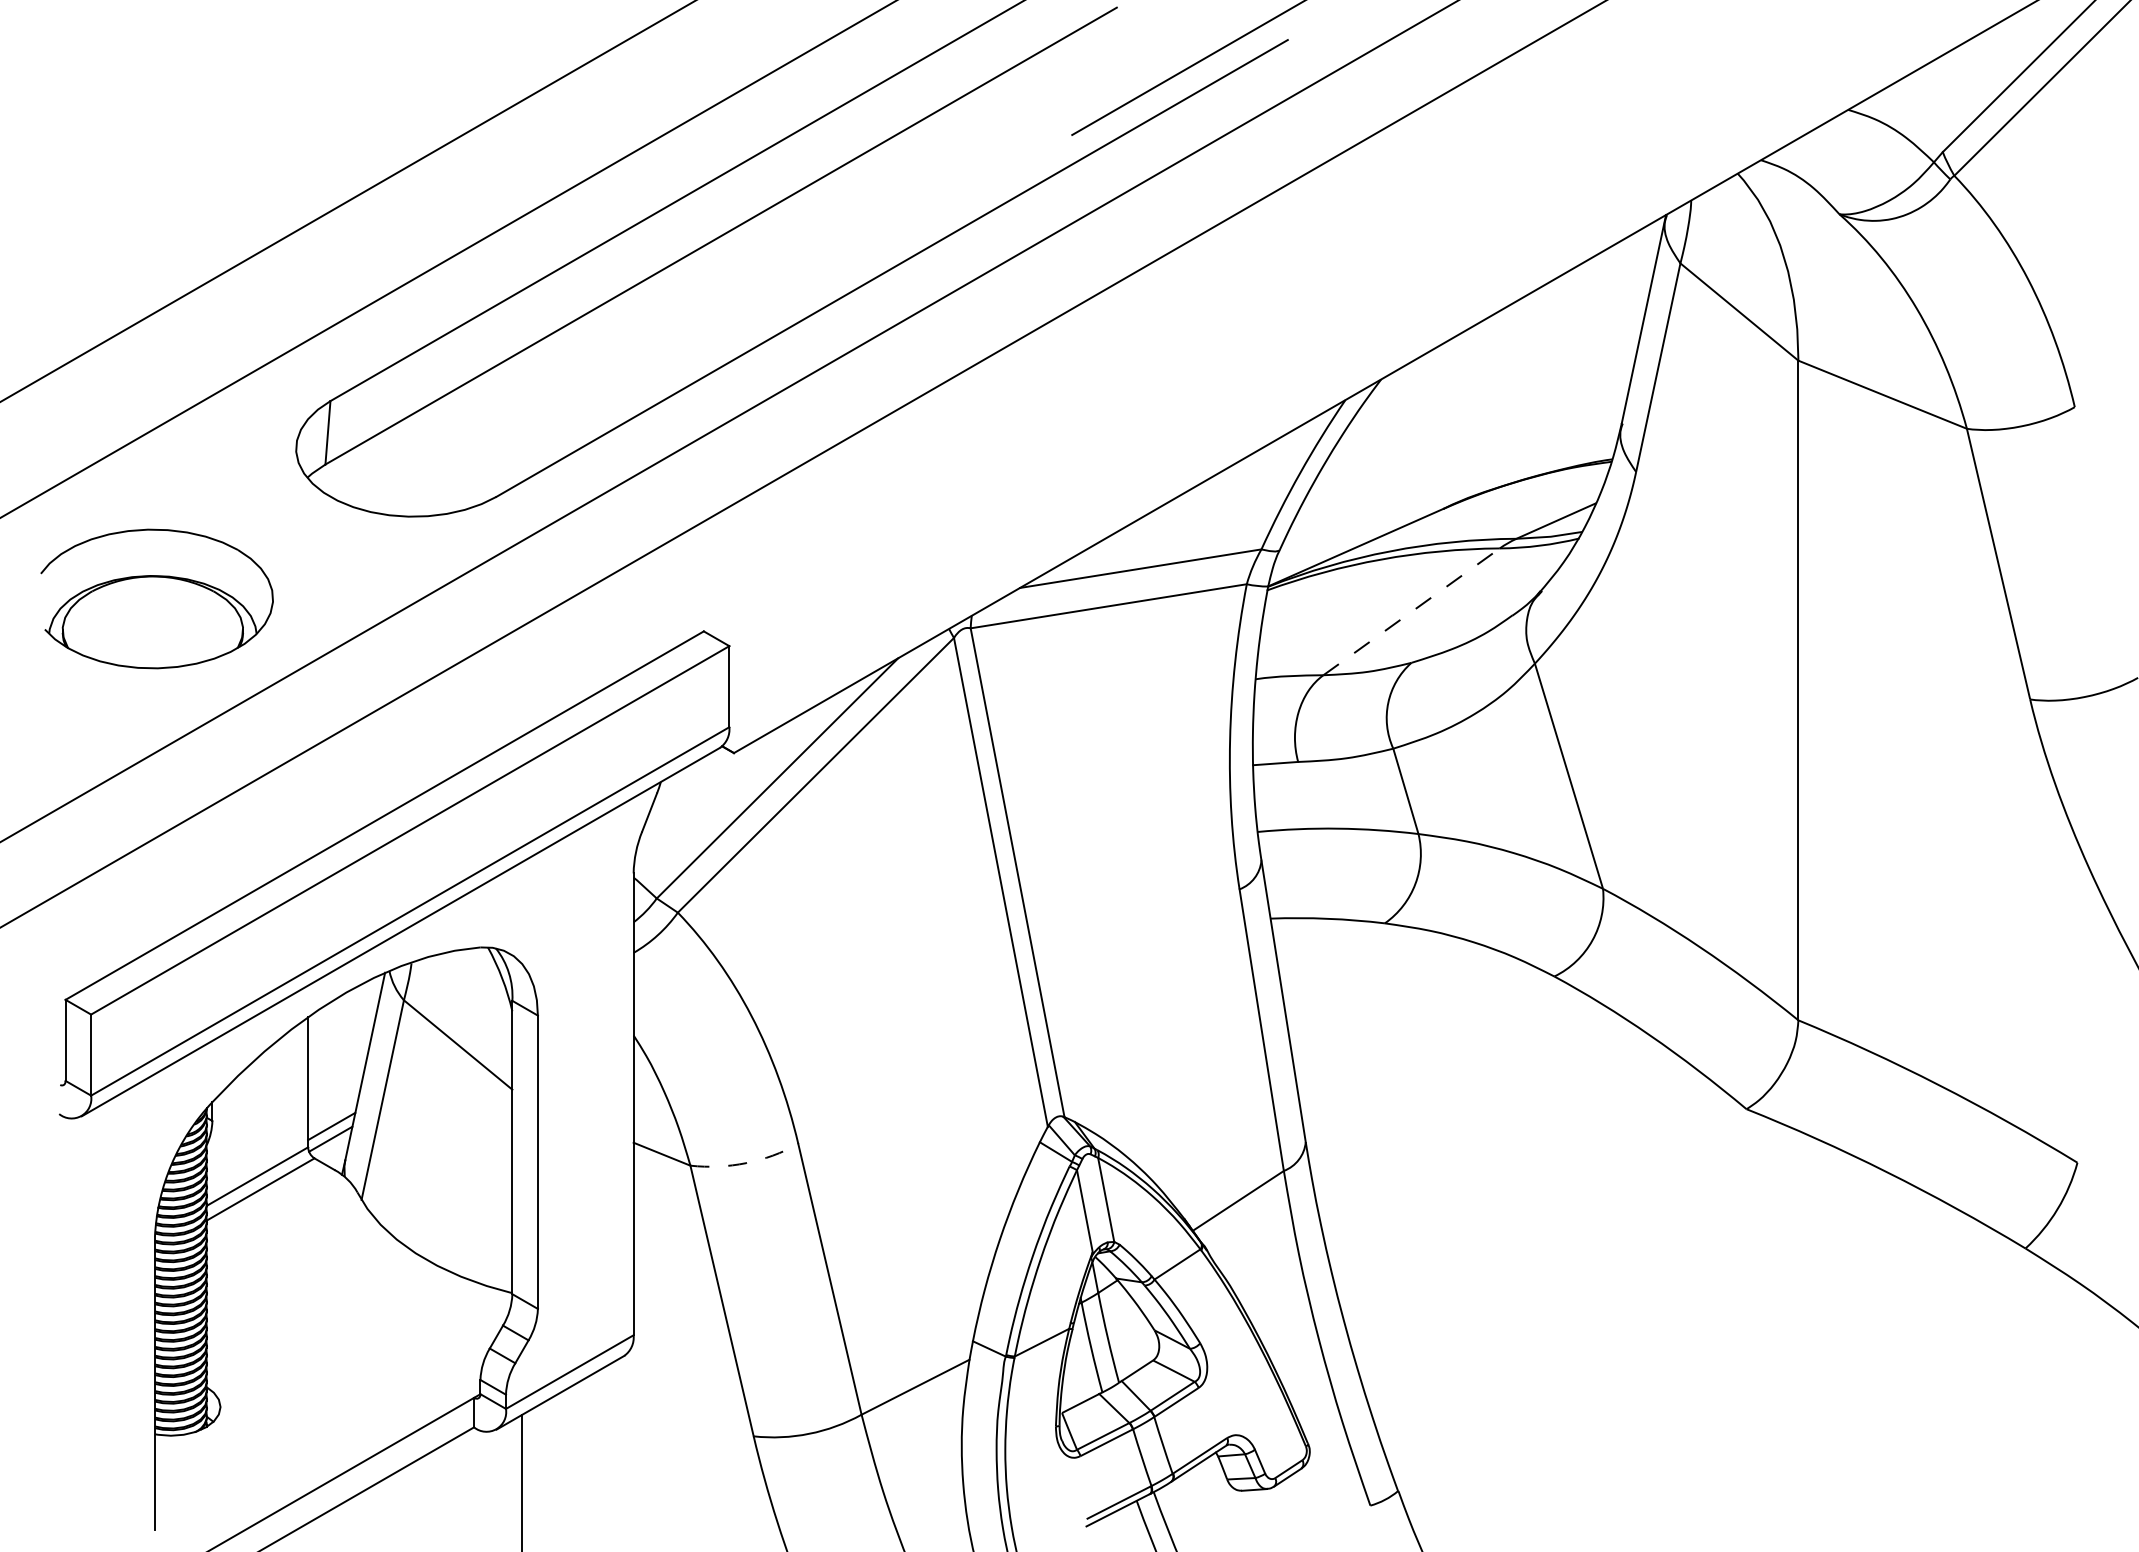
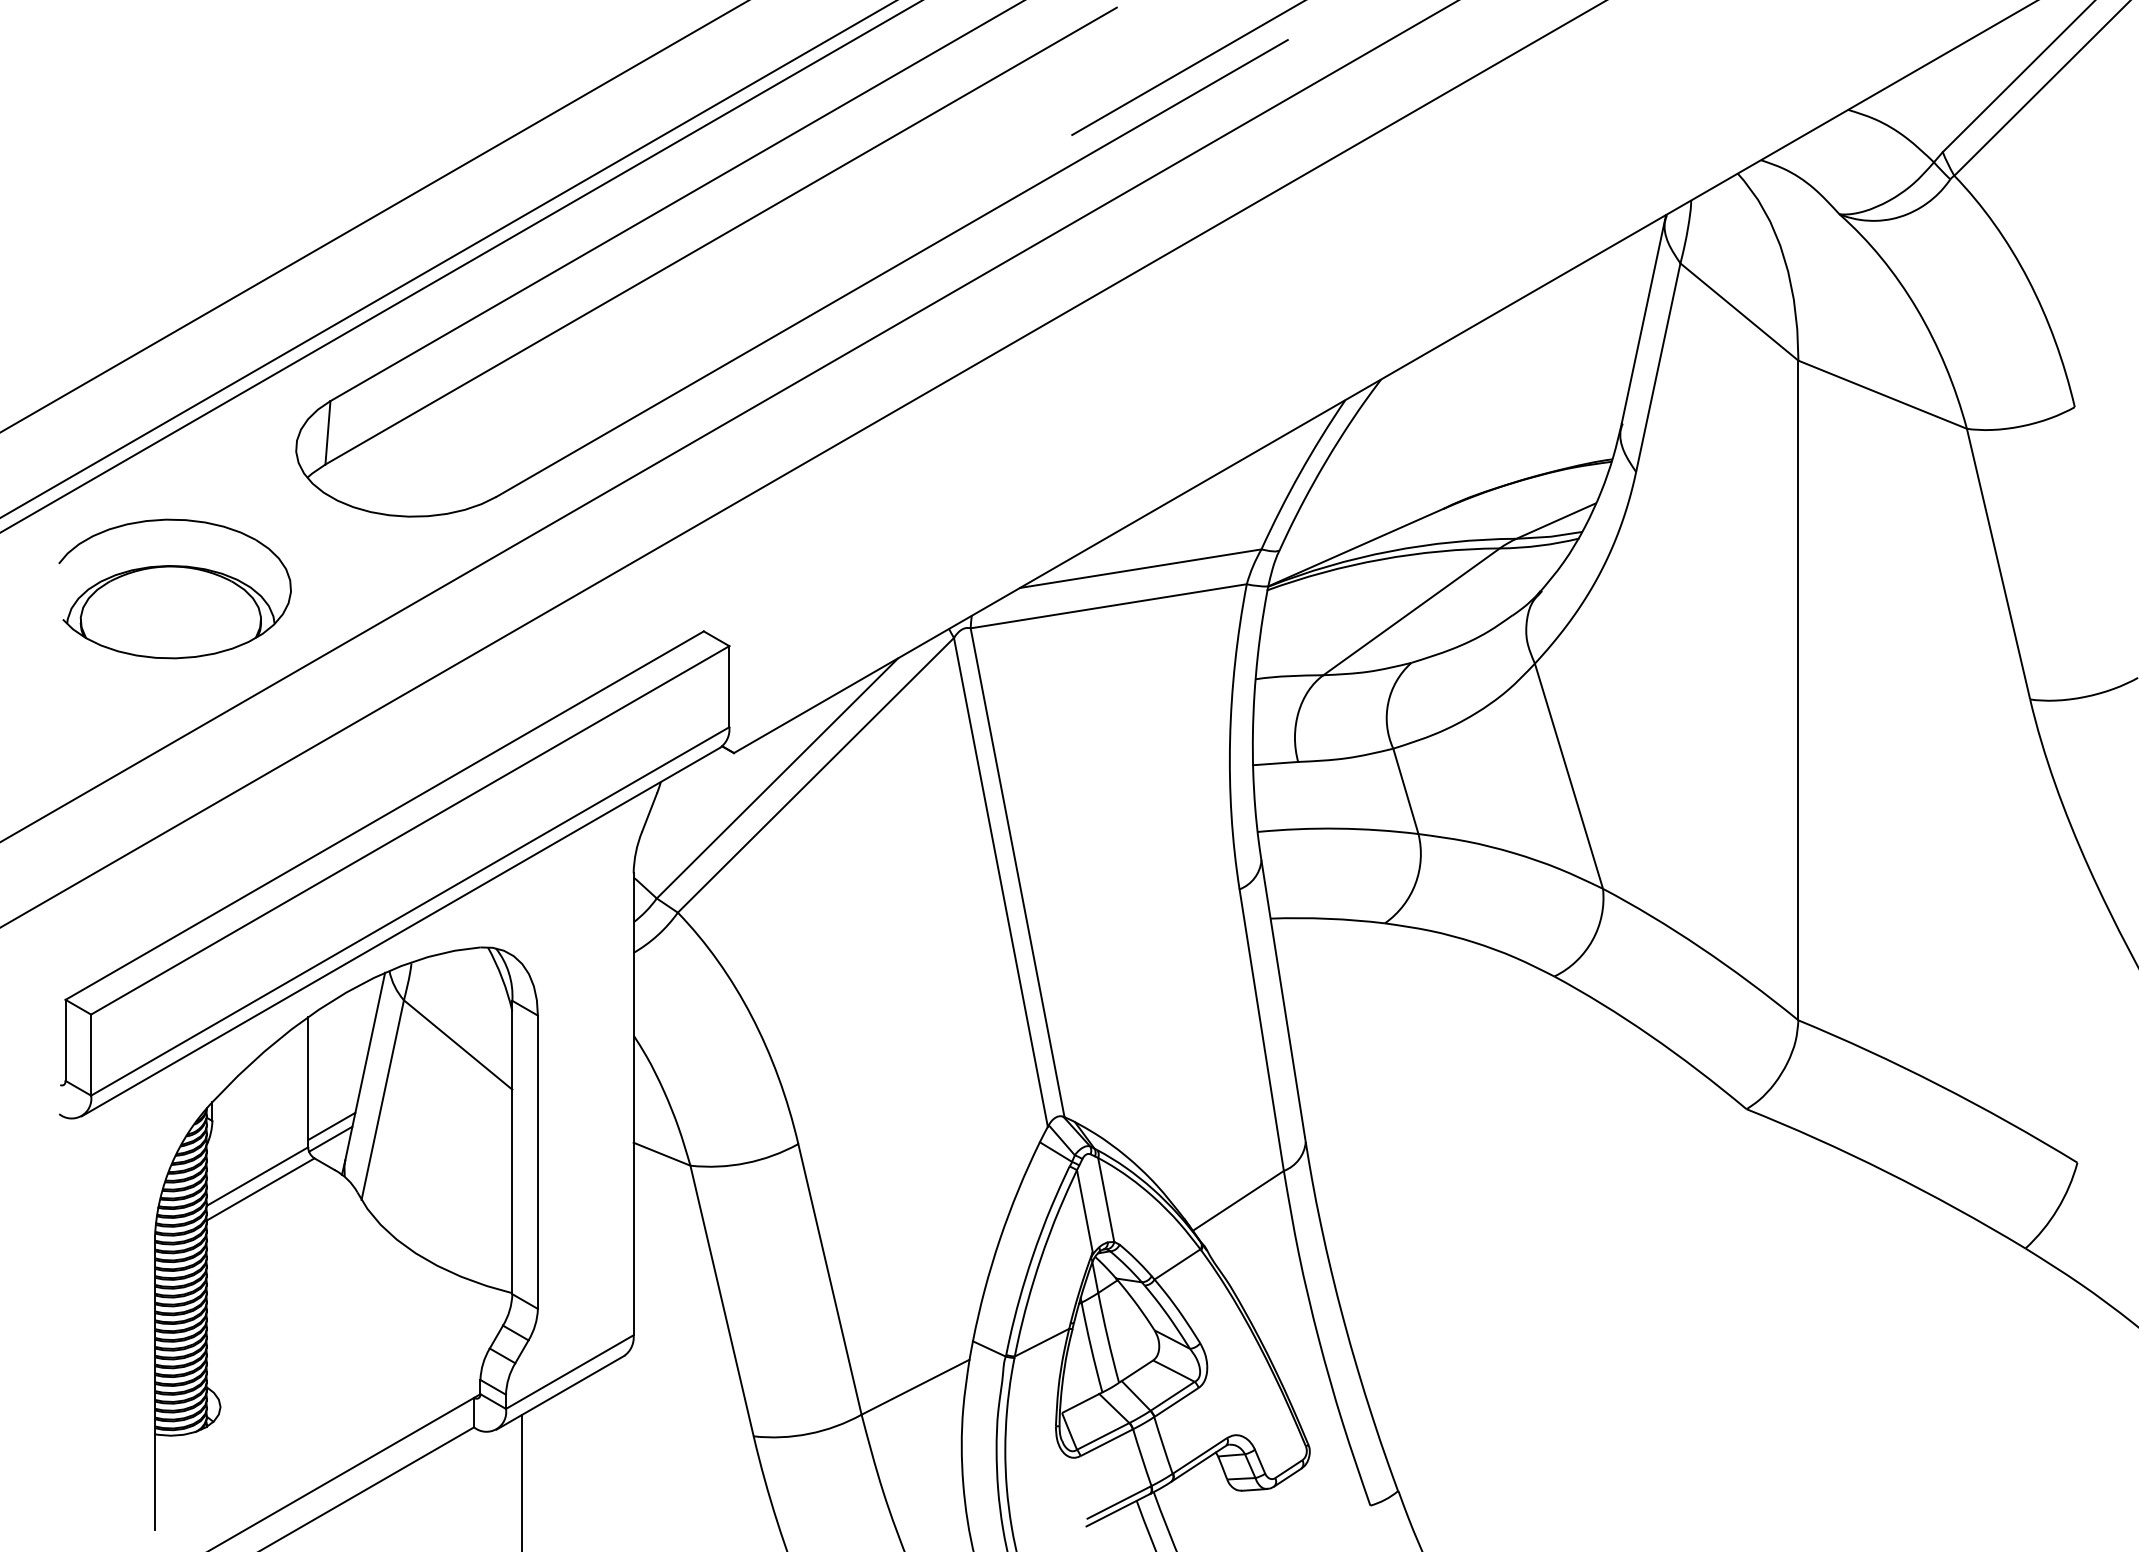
line at (347, 201) position: (347, 201) -> (373, 216)
line at (460, 266): none -> present
part at (156, 598) position: (156, 598) -> (174, 588)
line at (1411, 611): dashed -> solid
arc at (746, 1163): dashed -> solid
